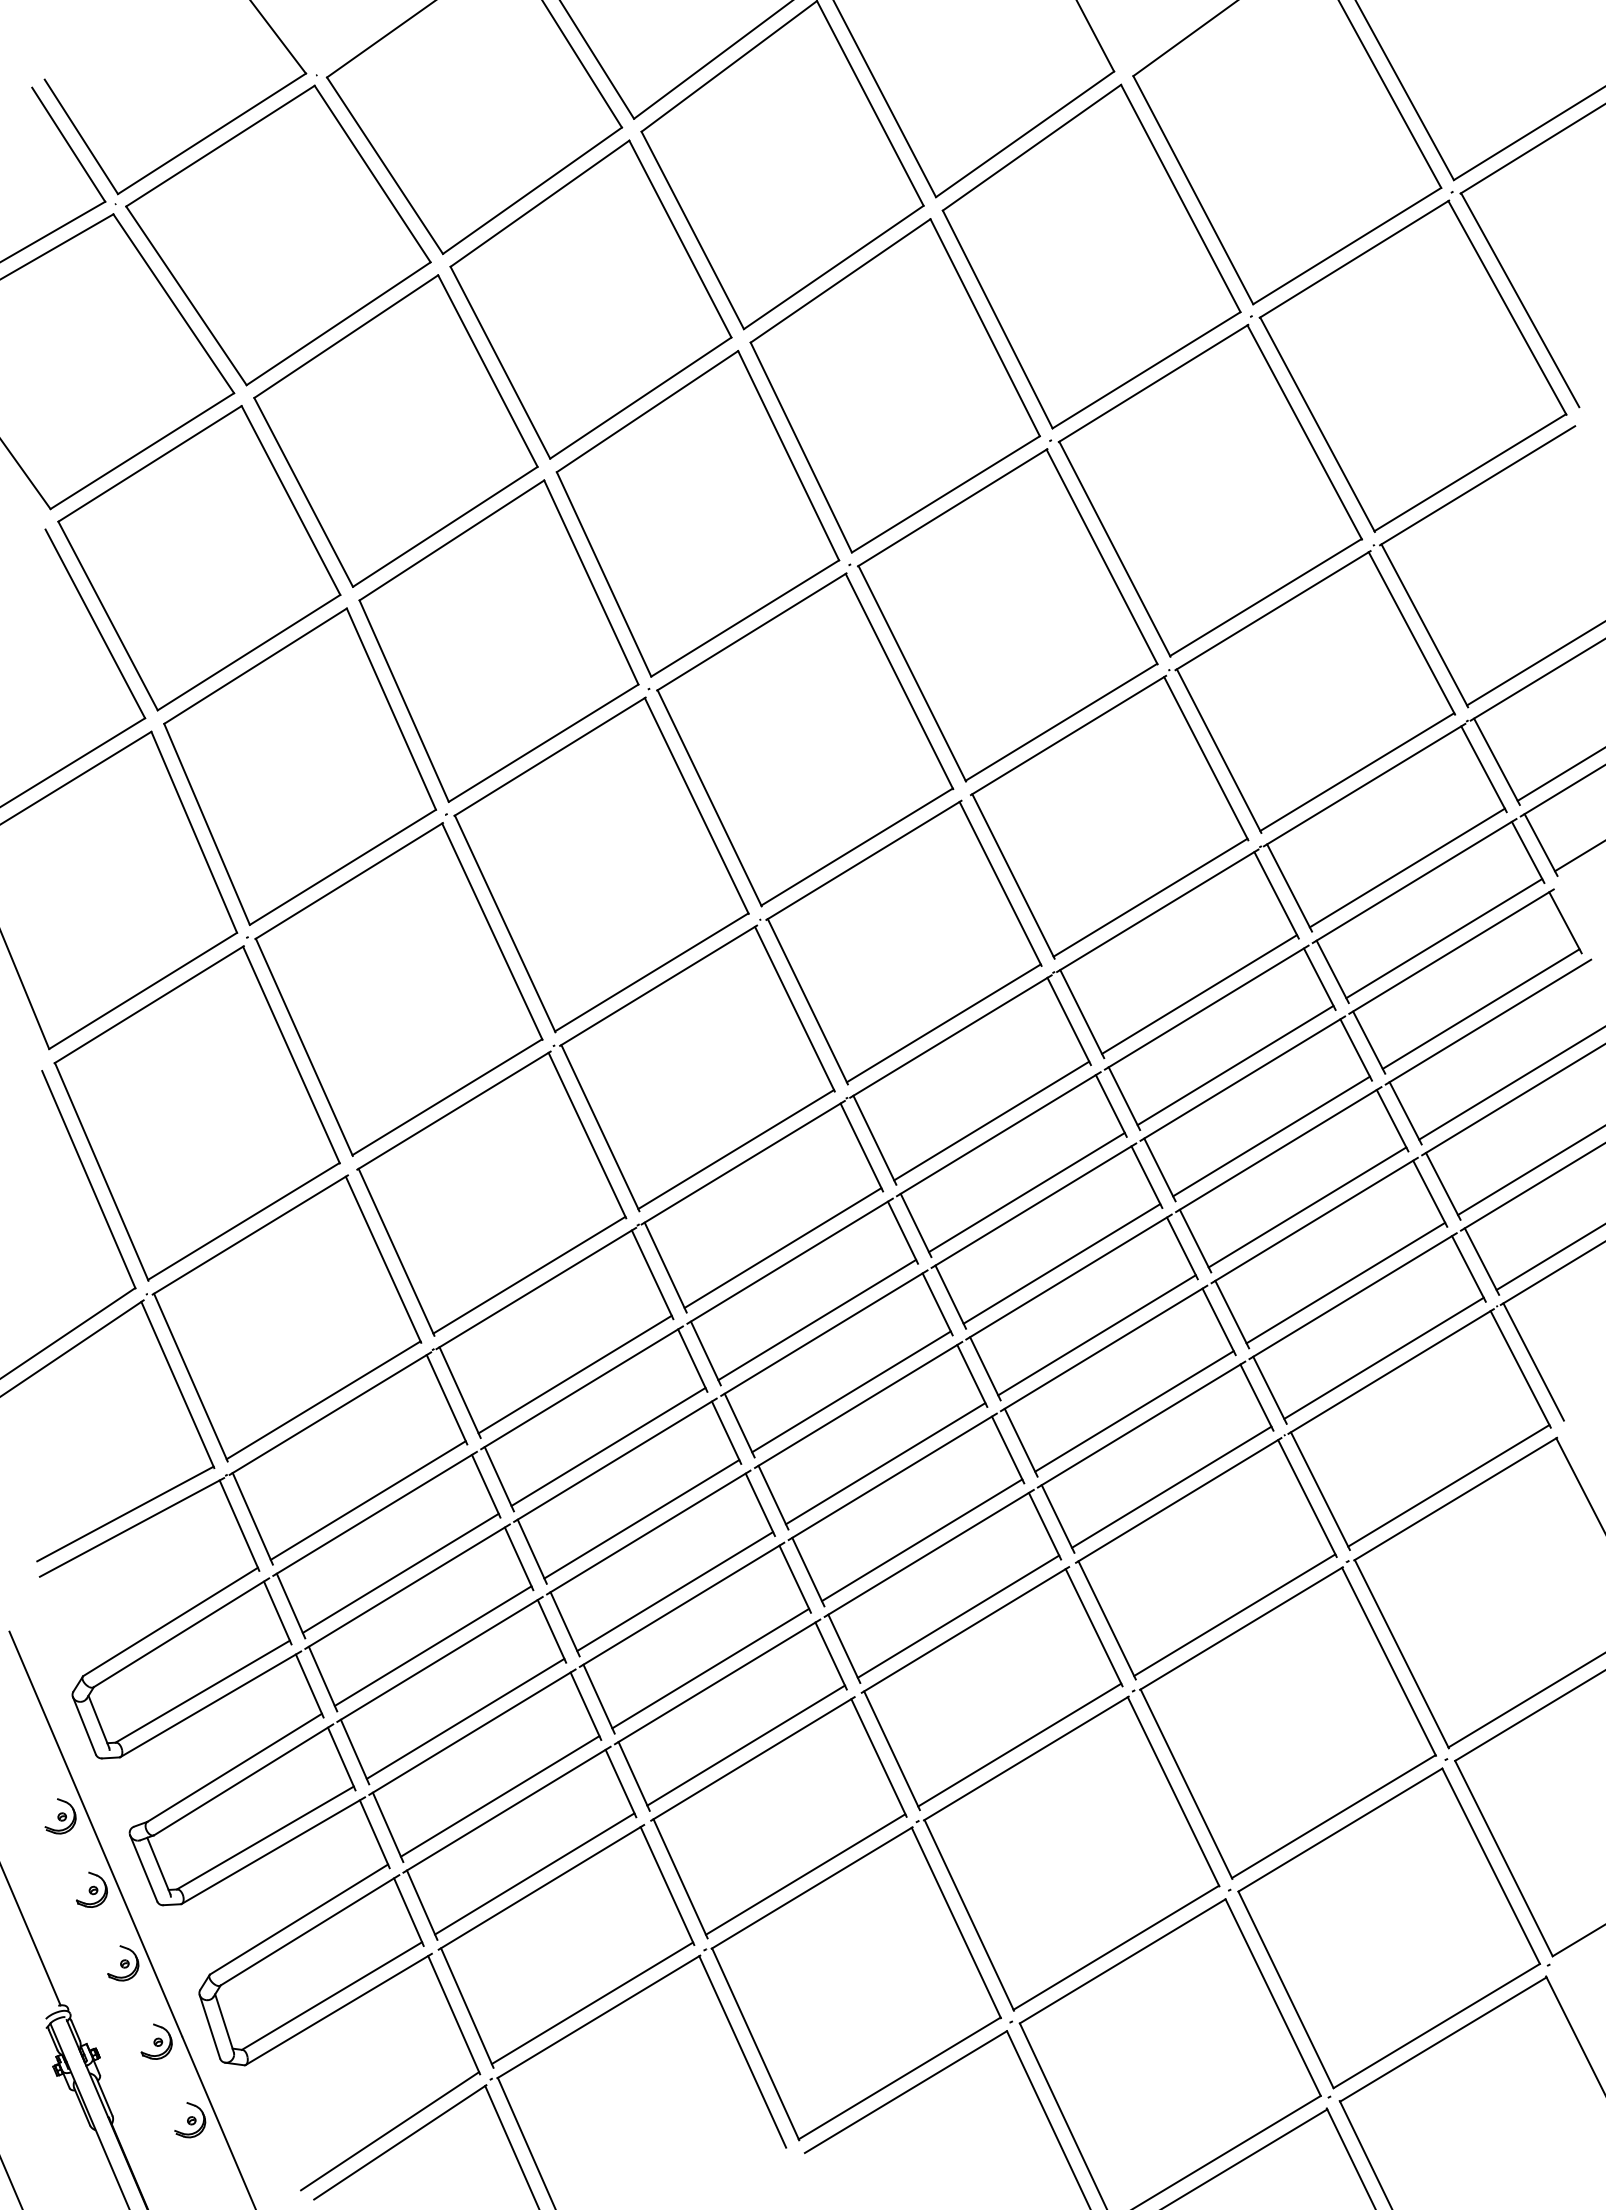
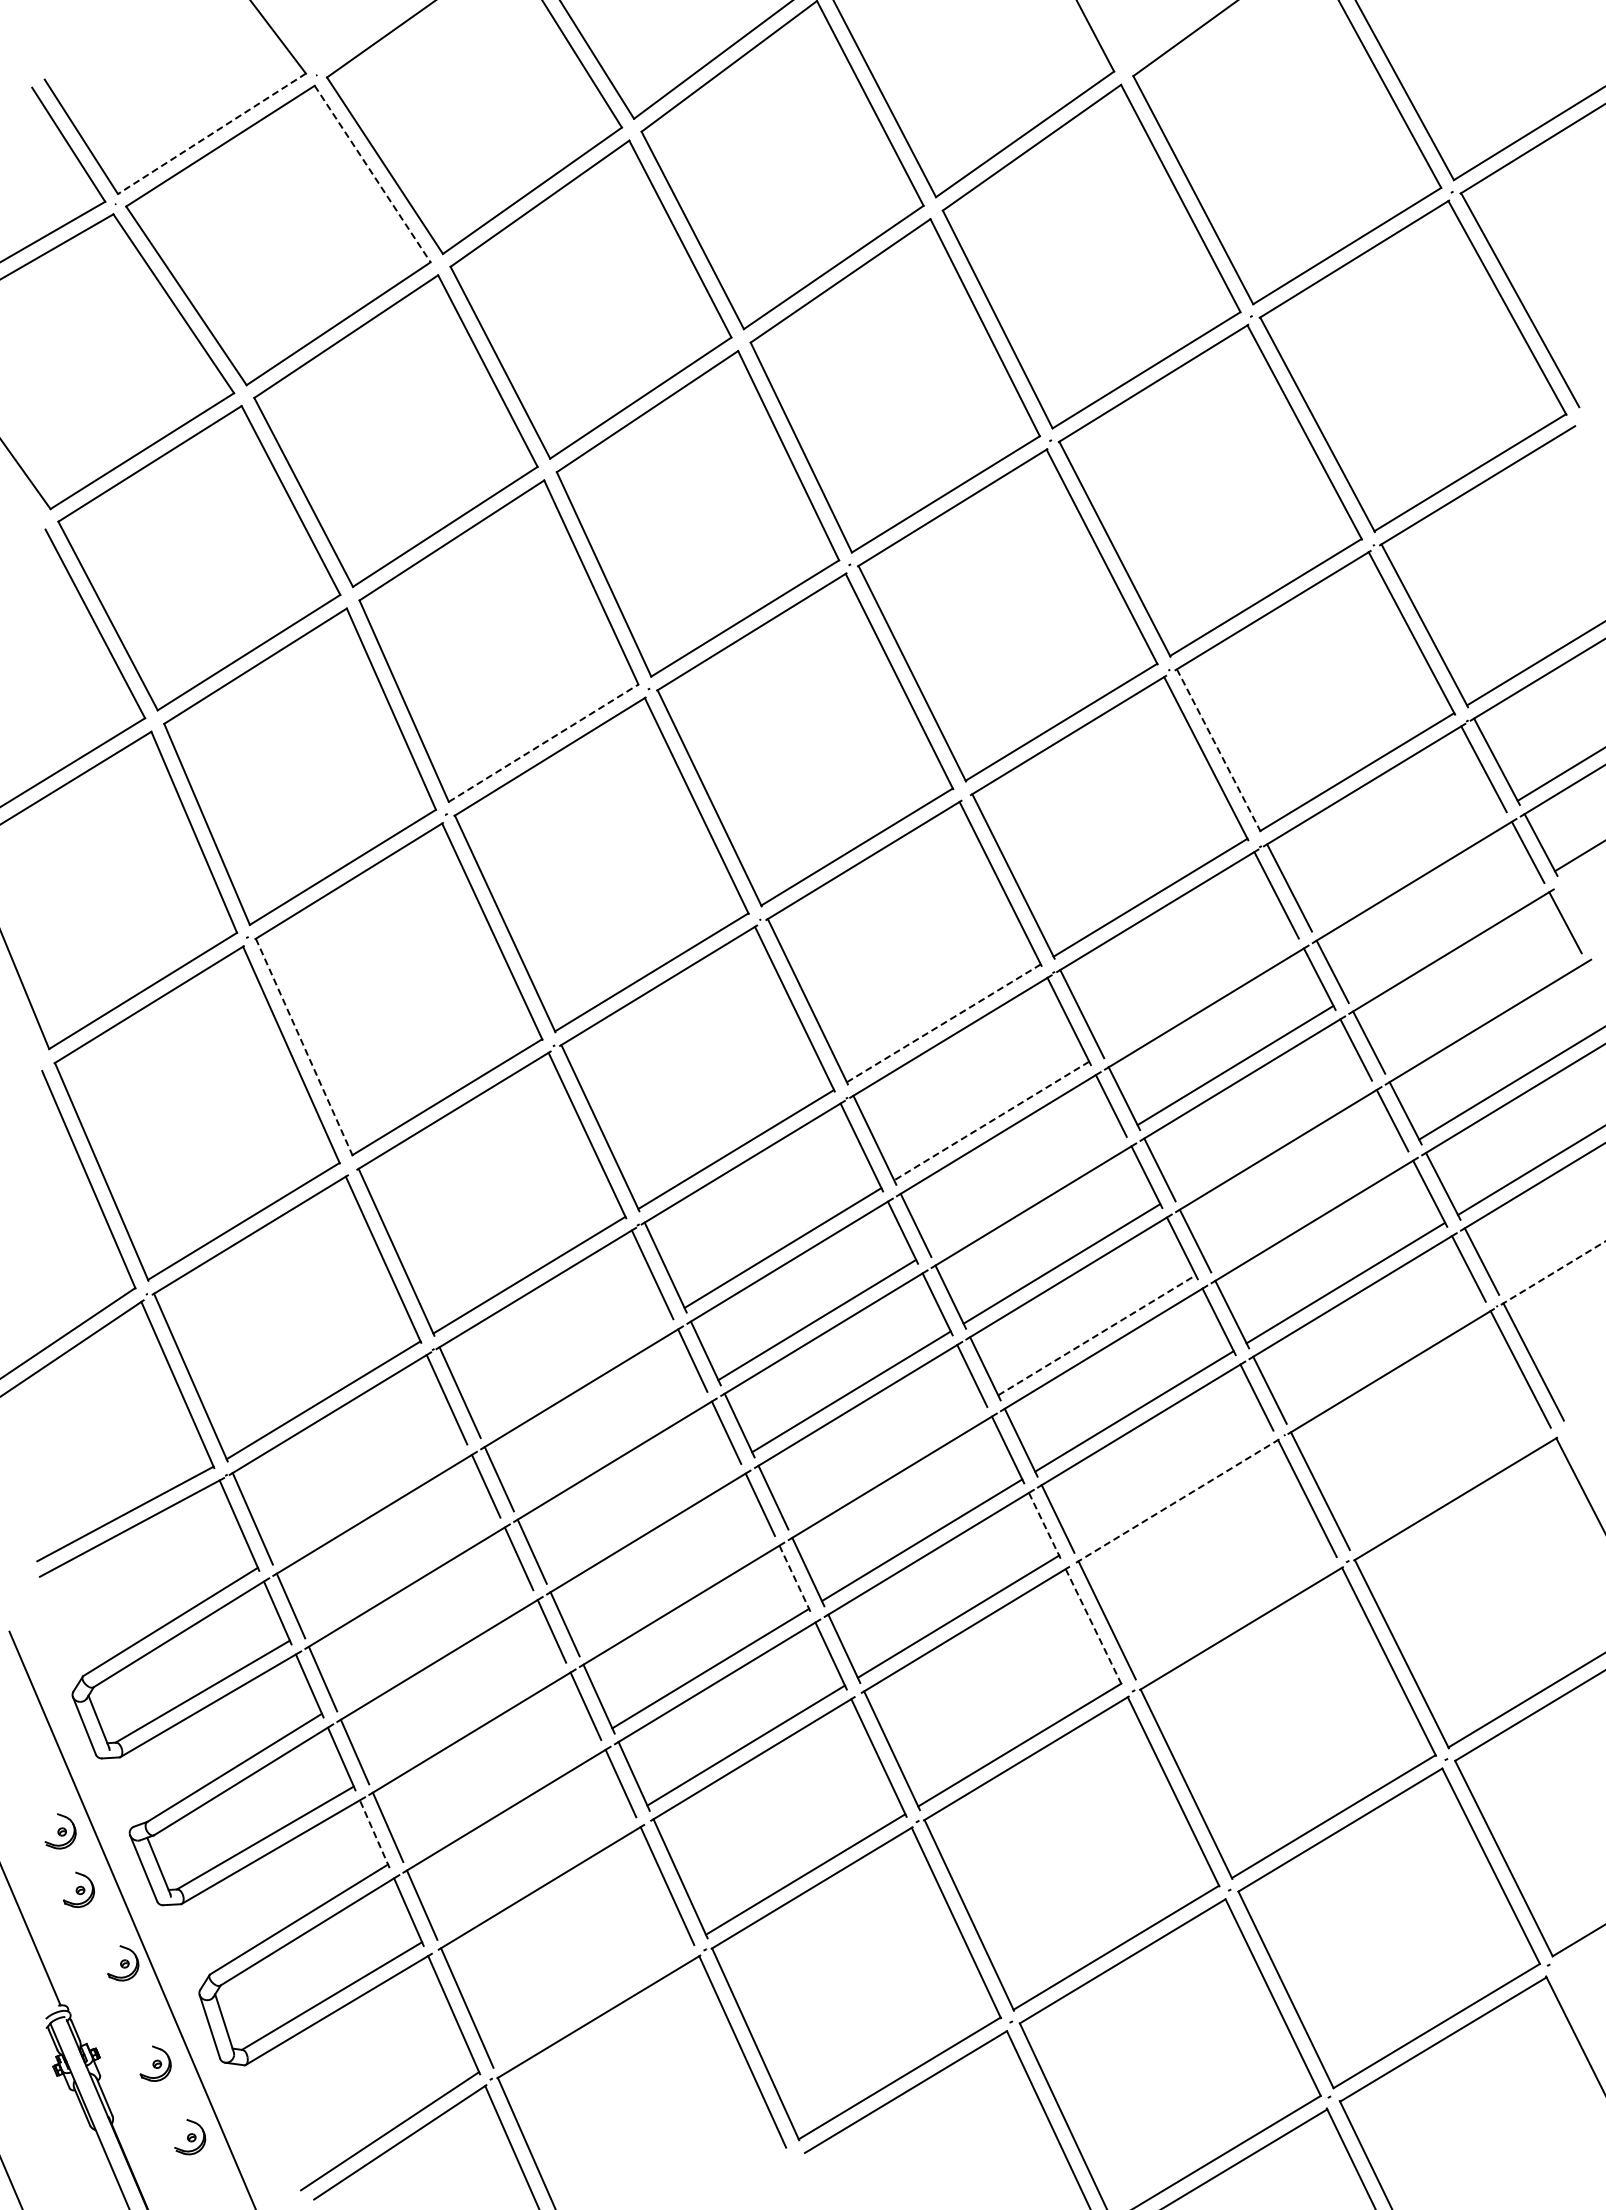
line at (212, 133): solid -> dashed
line at (372, 174): solid -> dashed
line at (543, 743): solid -> dashed
line at (1219, 751): solid -> dashed
line at (1406, 867): present -> none
line at (1444, 938): present -> none
line at (1199, 994): present -> none
line at (1480, 1008): present -> none
line at (944, 1023): solid -> dashed
line at (304, 1047): solid -> dashed
line at (991, 1121): solid -> dashed
line at (1271, 1136): present -> none
line at (1026, 1192): present -> none
line at (1307, 1207): present -> none
line at (1549, 1257): present -> none
line at (1553, 1272): solid -> dashed
line at (1097, 1335): solid -> dashed
line at (1383, 1357): present -> none
line at (574, 1374): present -> none
line at (608, 1446): present -> none
line at (885, 1463): present -> none
line at (1448, 1485): present -> none
line at (1171, 1486): present -> none
line at (367, 1500): present -> none
line at (1179, 1500): solid -> dashed
line at (641, 1519): present -> none
line at (1045, 1526): solid -> dashed
line at (400, 1572): present -> none
line at (795, 1579): solid -> dashed
line at (675, 1591): present -> none
line at (1234, 1615): present -> none
line at (1094, 1628): solid -> dashed
line at (432, 1645): present -> none
line at (465, 1718): present -> none
line at (499, 1796): present -> none
part at (60, 1816) position: (60, 1816) -> (60, 1831)
line at (374, 1833): solid -> dashed
line at (534, 1873): present -> none
part at (91, 1889) position: (91, 1889) -> (78, 1889)
line at (592, 2003): present -> none
part at (156, 2041) position: (156, 2041) -> (155, 2063)
part at (190, 2120) position: (190, 2120) -> (190, 2137)
